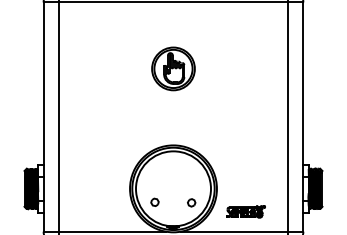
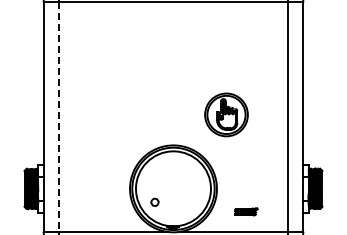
part at (173, 68) position: (173, 68) -> (226, 114)
line at (58, 117): solid -> dashed
part at (191, 202): present -> none
part at (245, 211) size: 40x14 px -> 25x10 px
